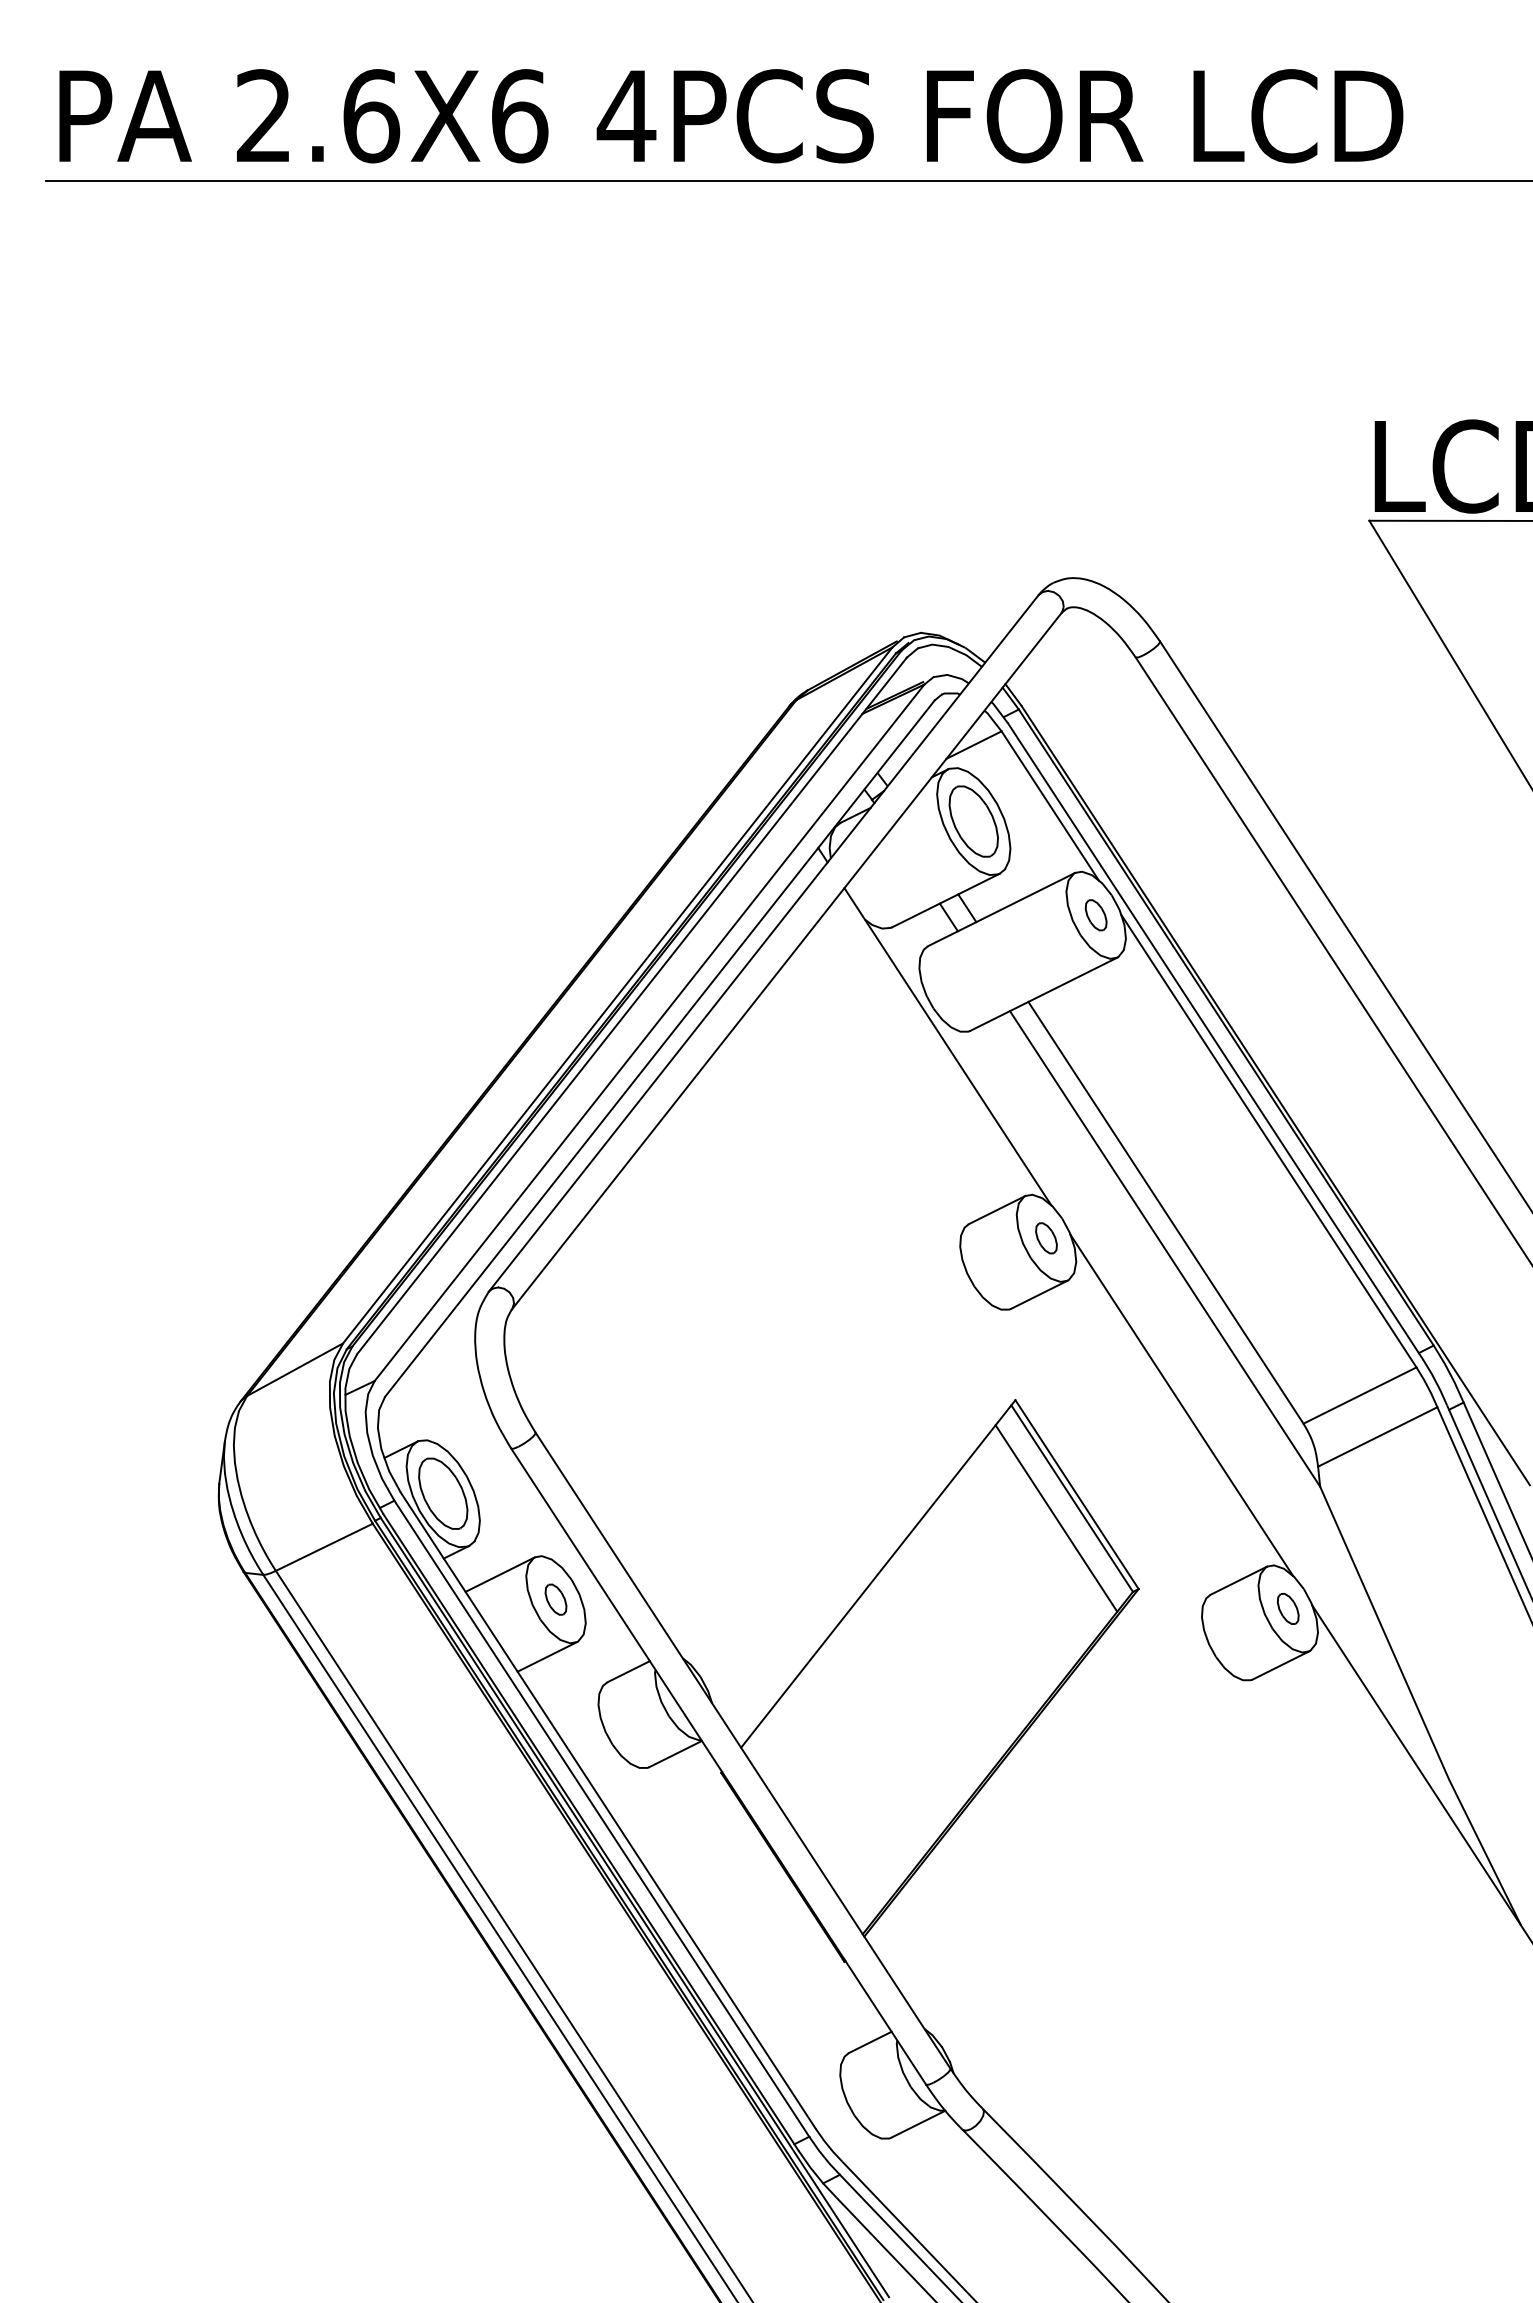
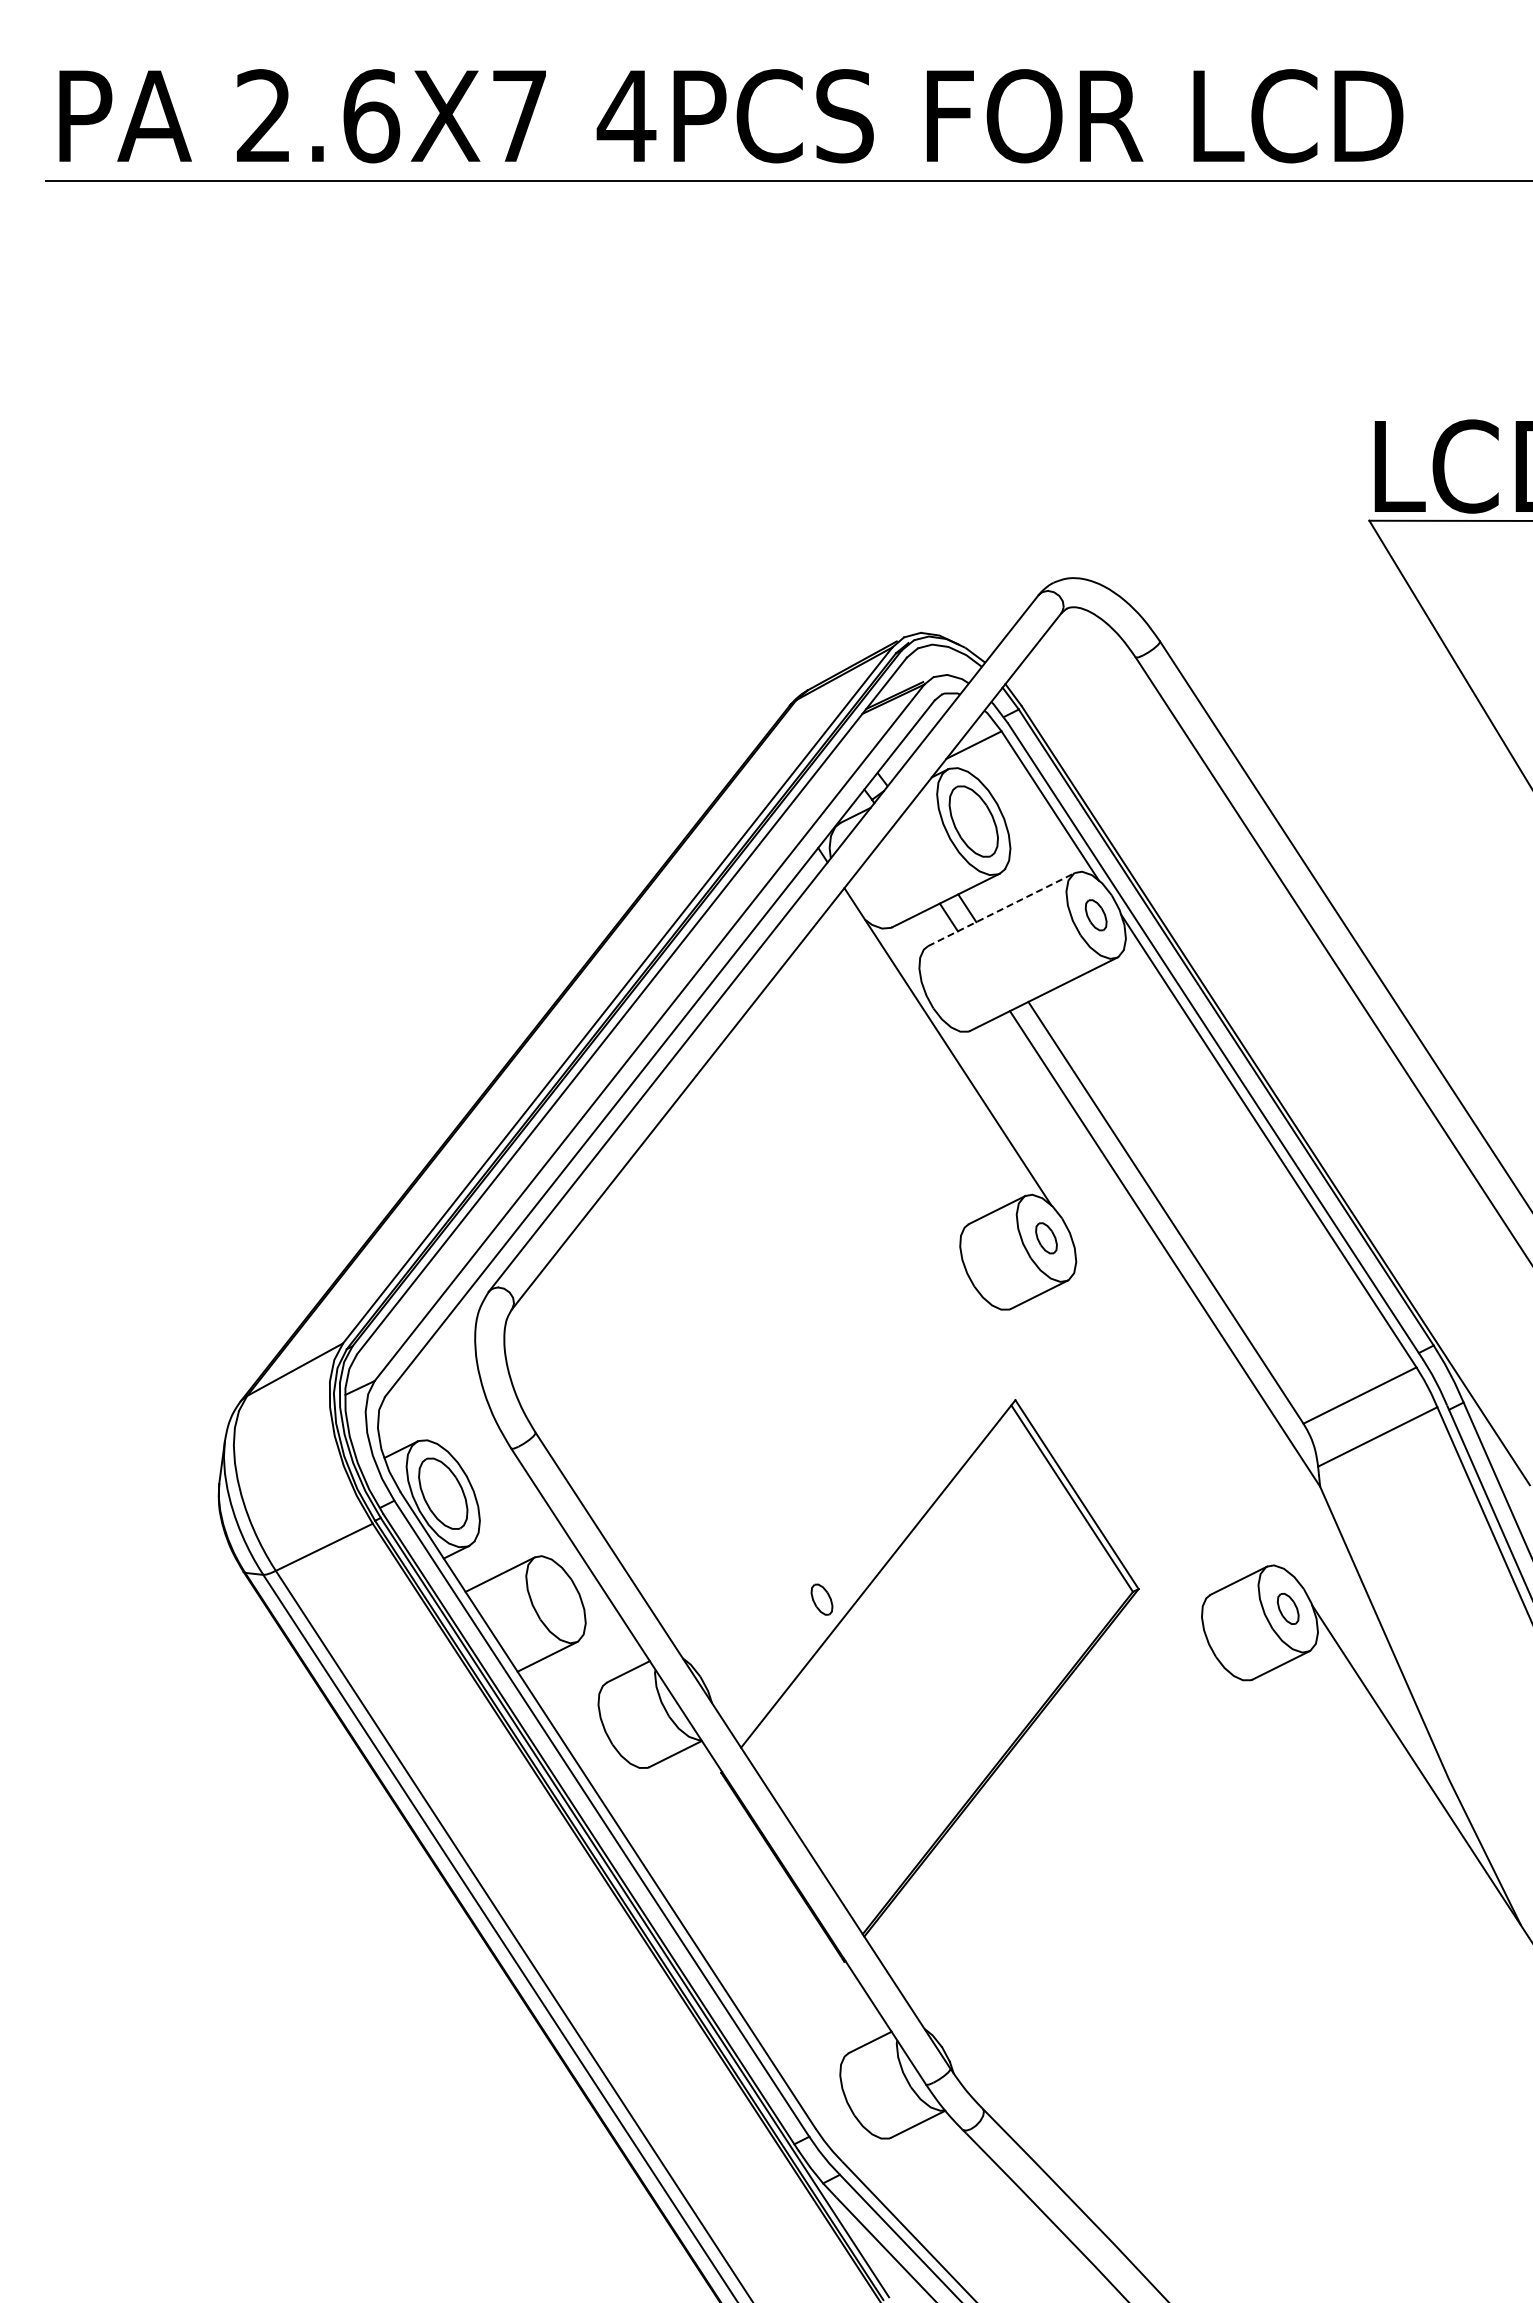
text at (520, 116): 2.6X6 -> 2.6X7
line at (1001, 909): solid -> dashed
line at (1181, 1405): present -> none
line at (1056, 1518): present -> none
part at (555, 1599) position: (555, 1599) -> (821, 1599)
